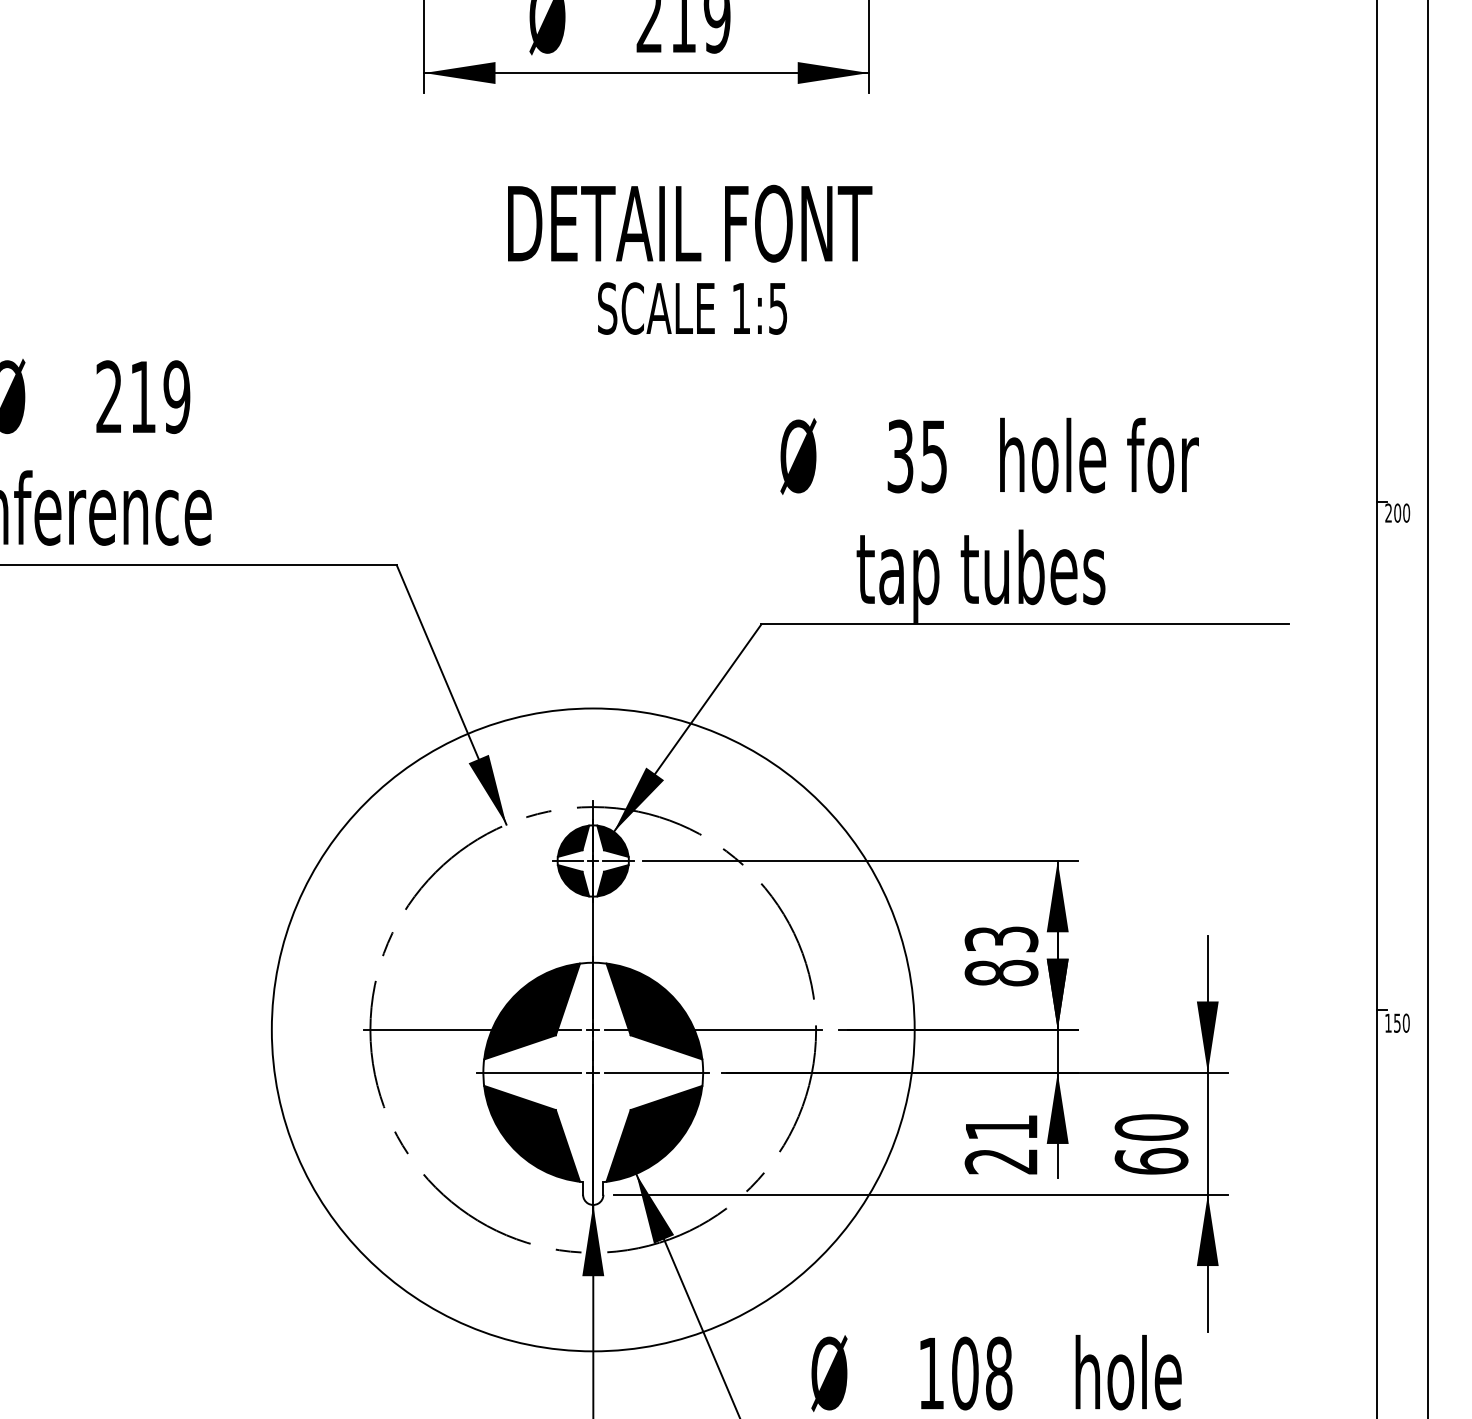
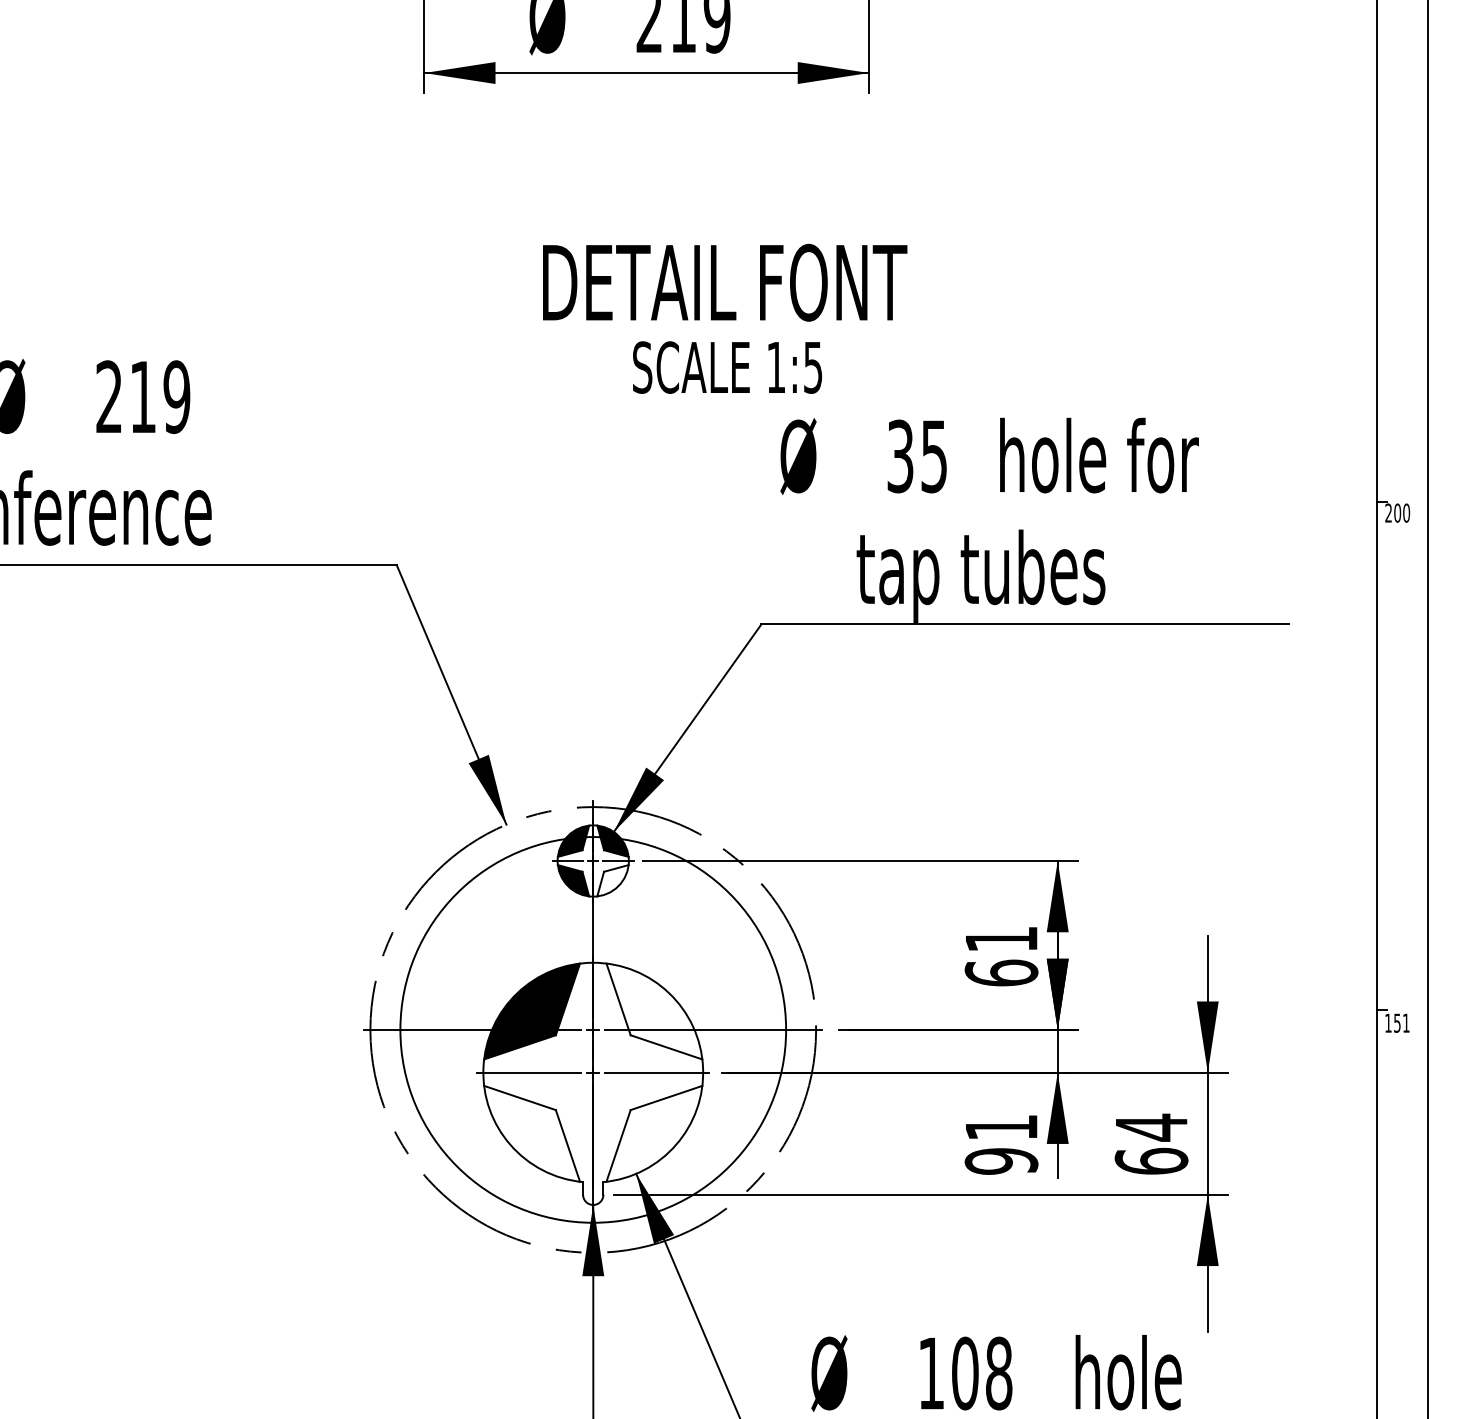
text at (690, 259) position: (690, 259) -> (725, 318)
fill at (612, 880): present -> none
text at (1001, 956): 83 -> 61
fill at (654, 1011): present -> none
text at (1405, 1022): 150 -> 151
circle at (592, 1029) diameter: 643 px -> 386 px
text at (1151, 1127): 60 -> 64
fill at (532, 1133): present -> none
fill at (654, 1133): present -> none
text at (1001, 1161): 21 -> 91
